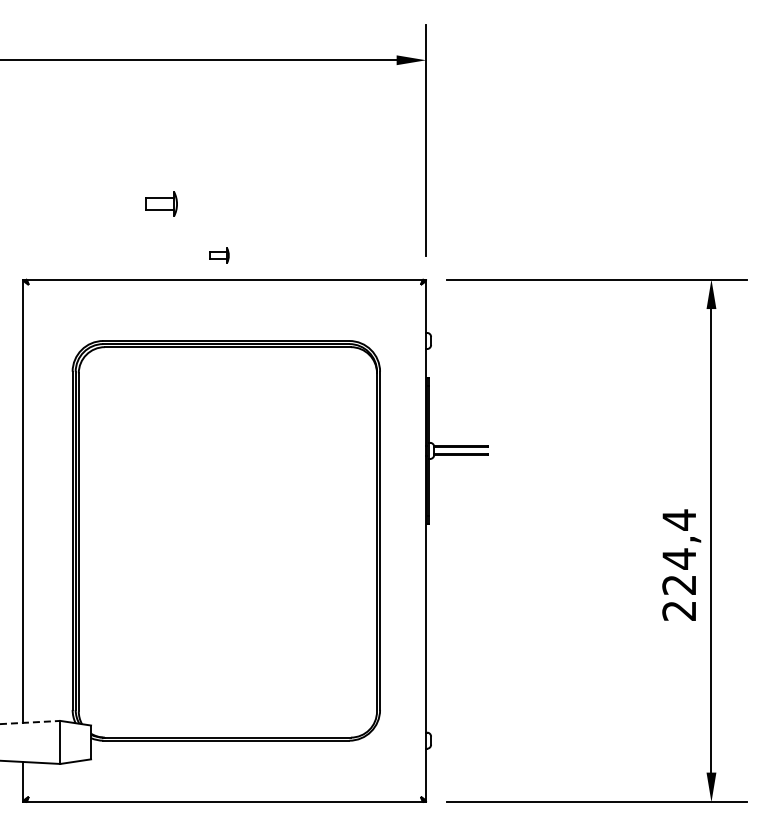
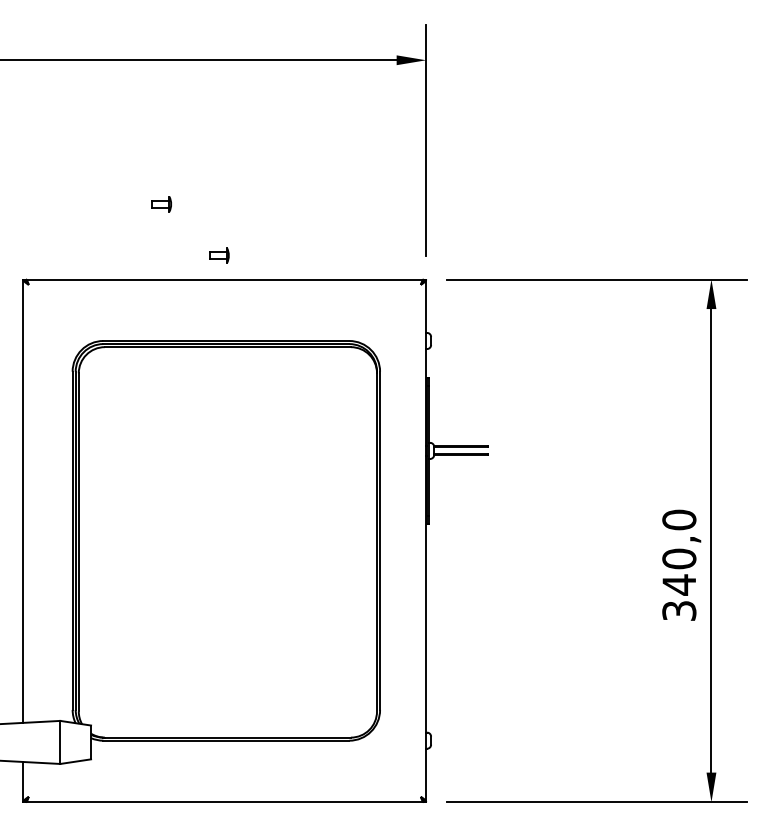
part at (161, 203) size: 33x26 px -> 21x17 px
text at (679, 564): 224,4 -> 340,0
line at (30, 722): dashed -> solid
